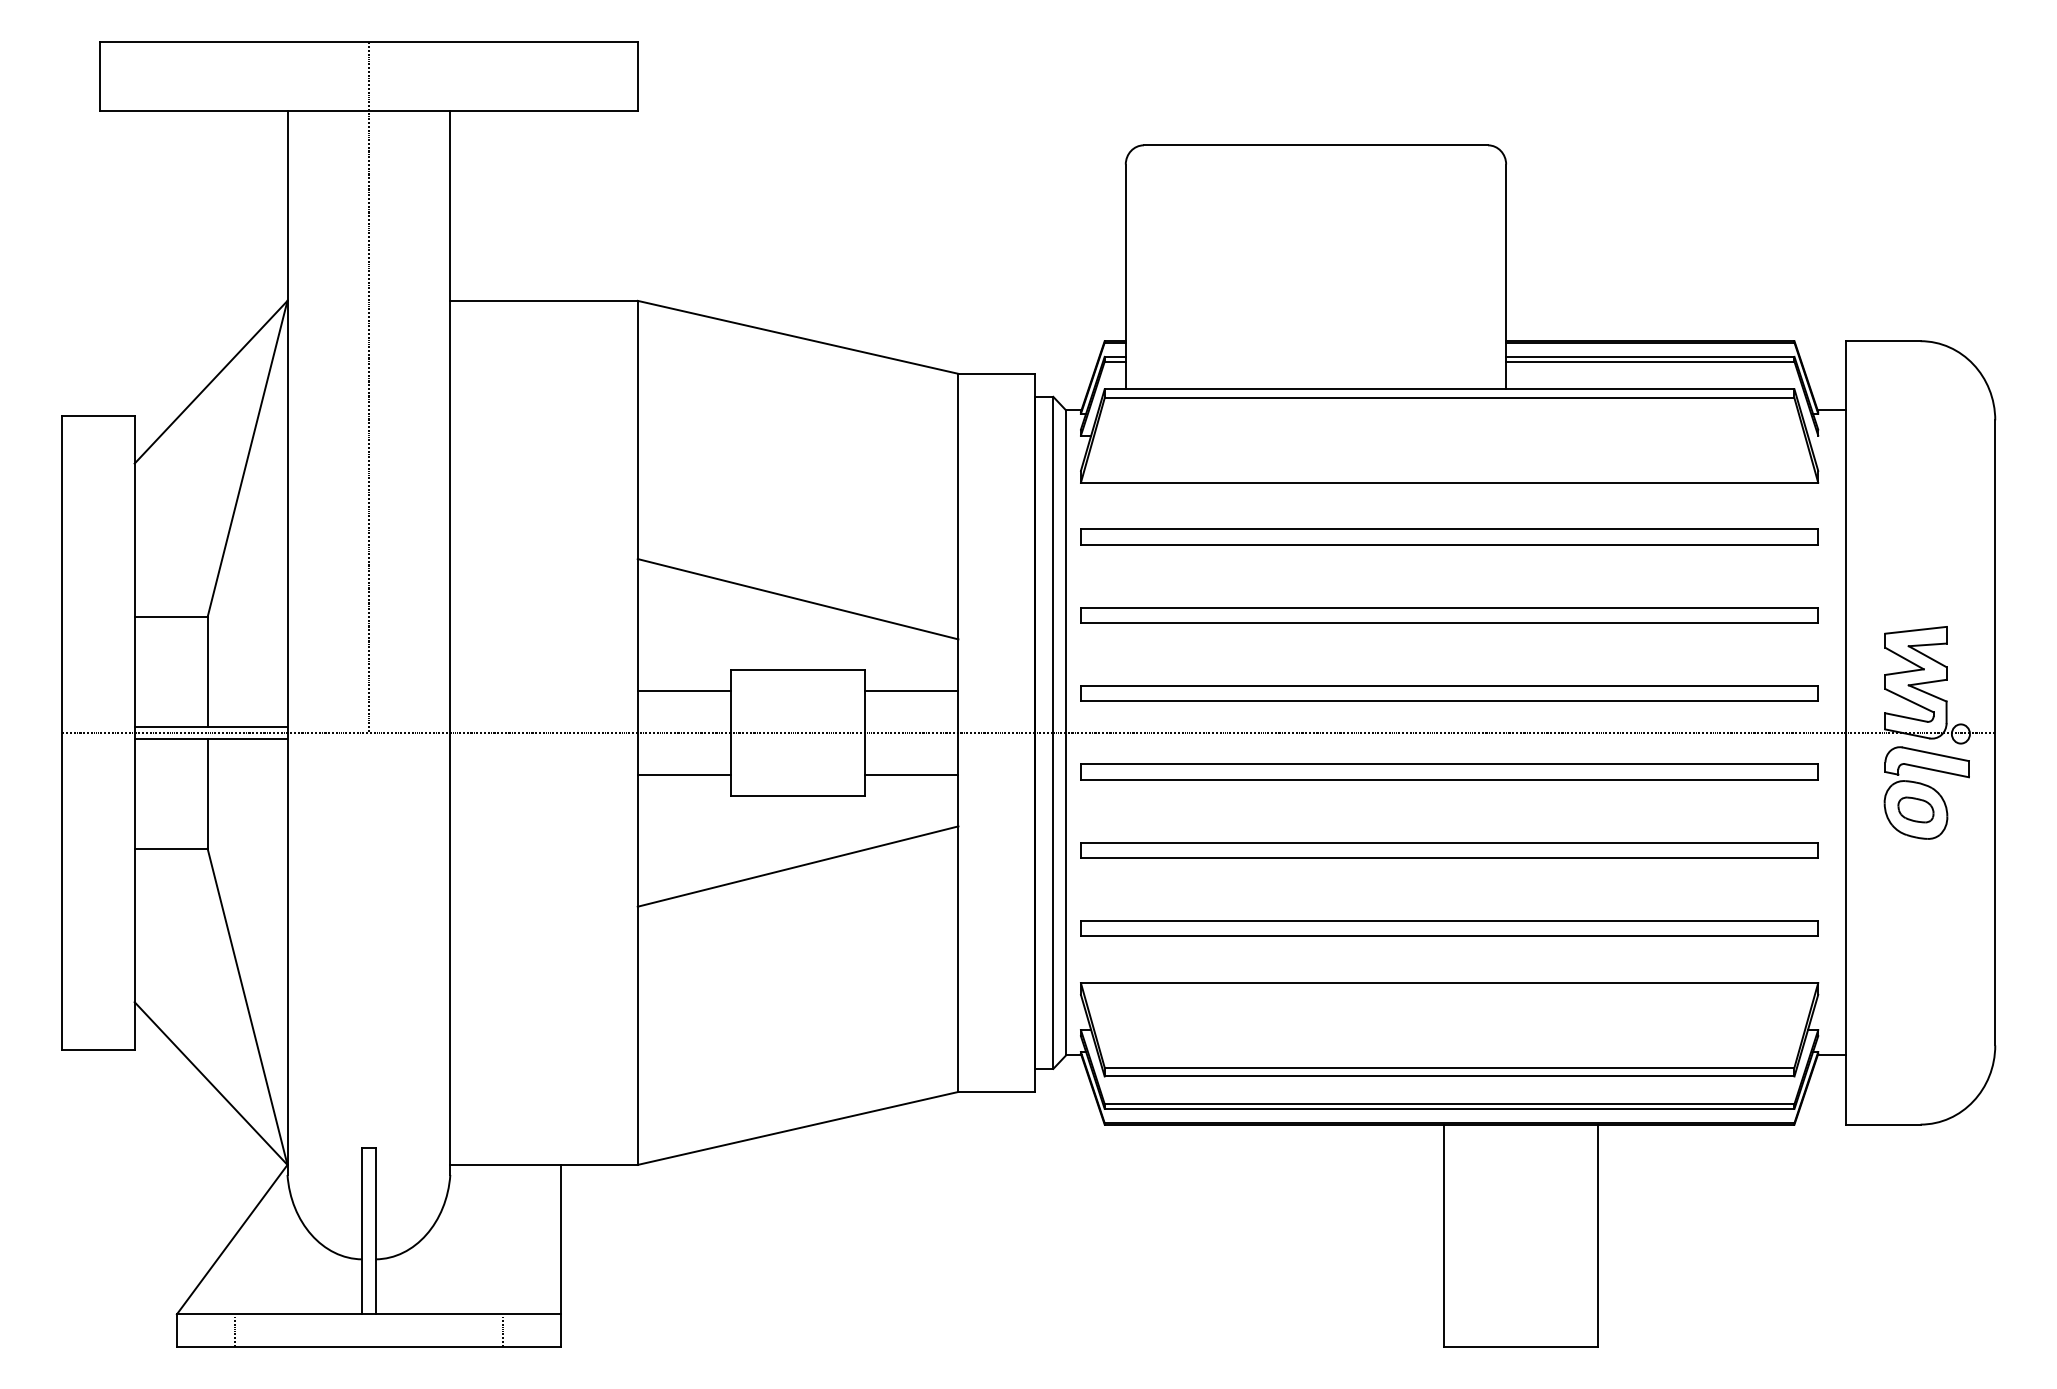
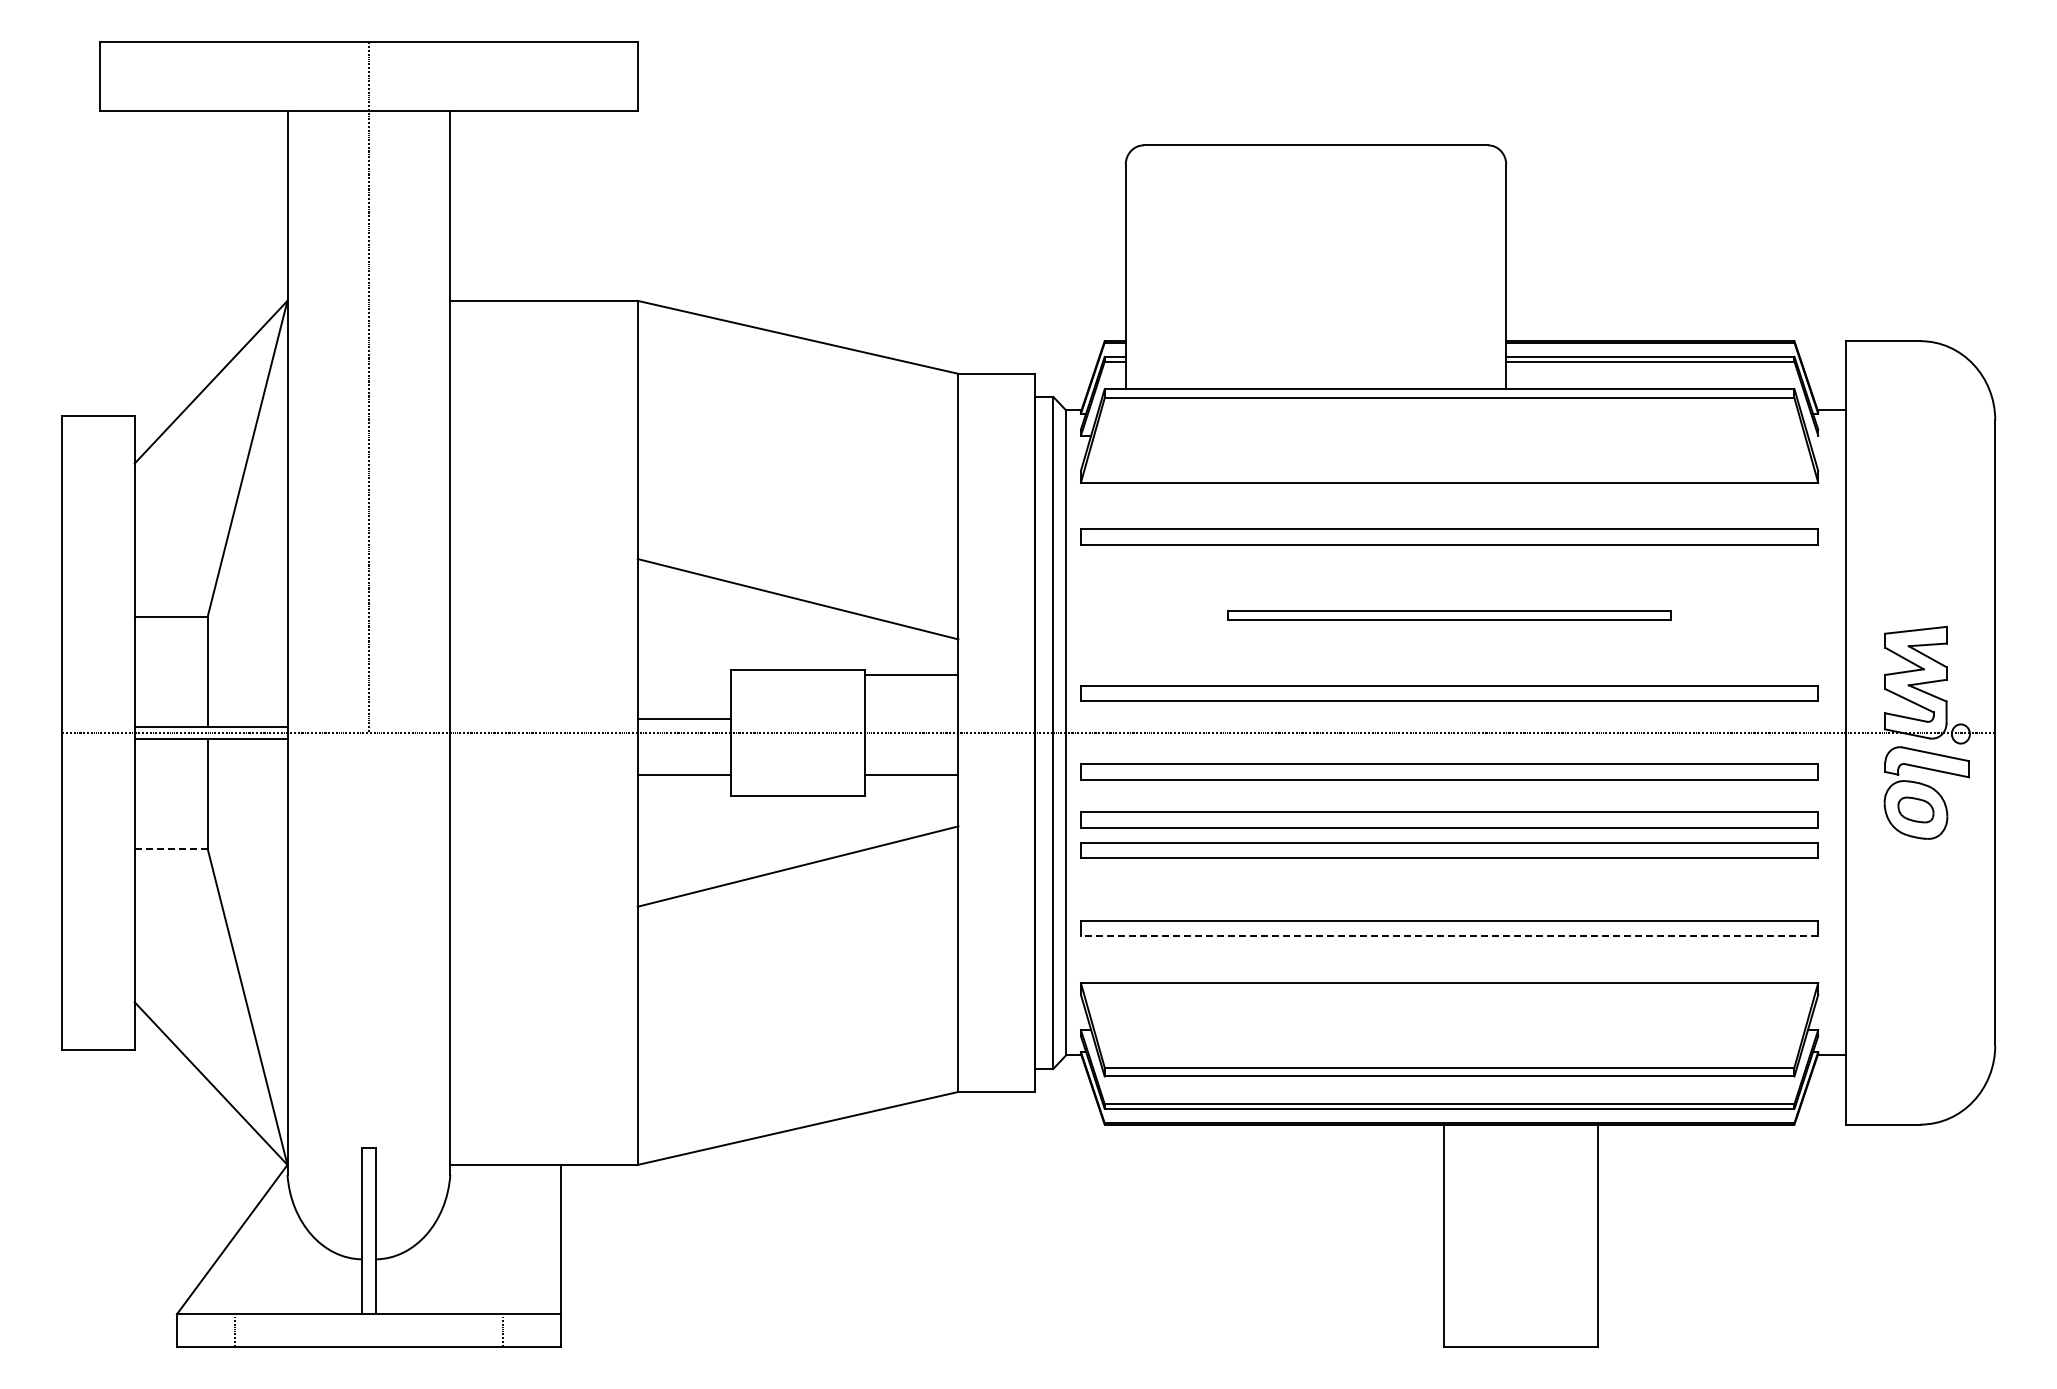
part at (1449, 615) size: 739x17 px -> 445x11 px
line at (684, 690) position: (684, 690) -> (684, 718)
line at (911, 690) position: (911, 690) -> (911, 674)
part at (1449, 819): none -> present
line at (171, 848): solid -> dashed
line at (1449, 936): solid -> dashed
